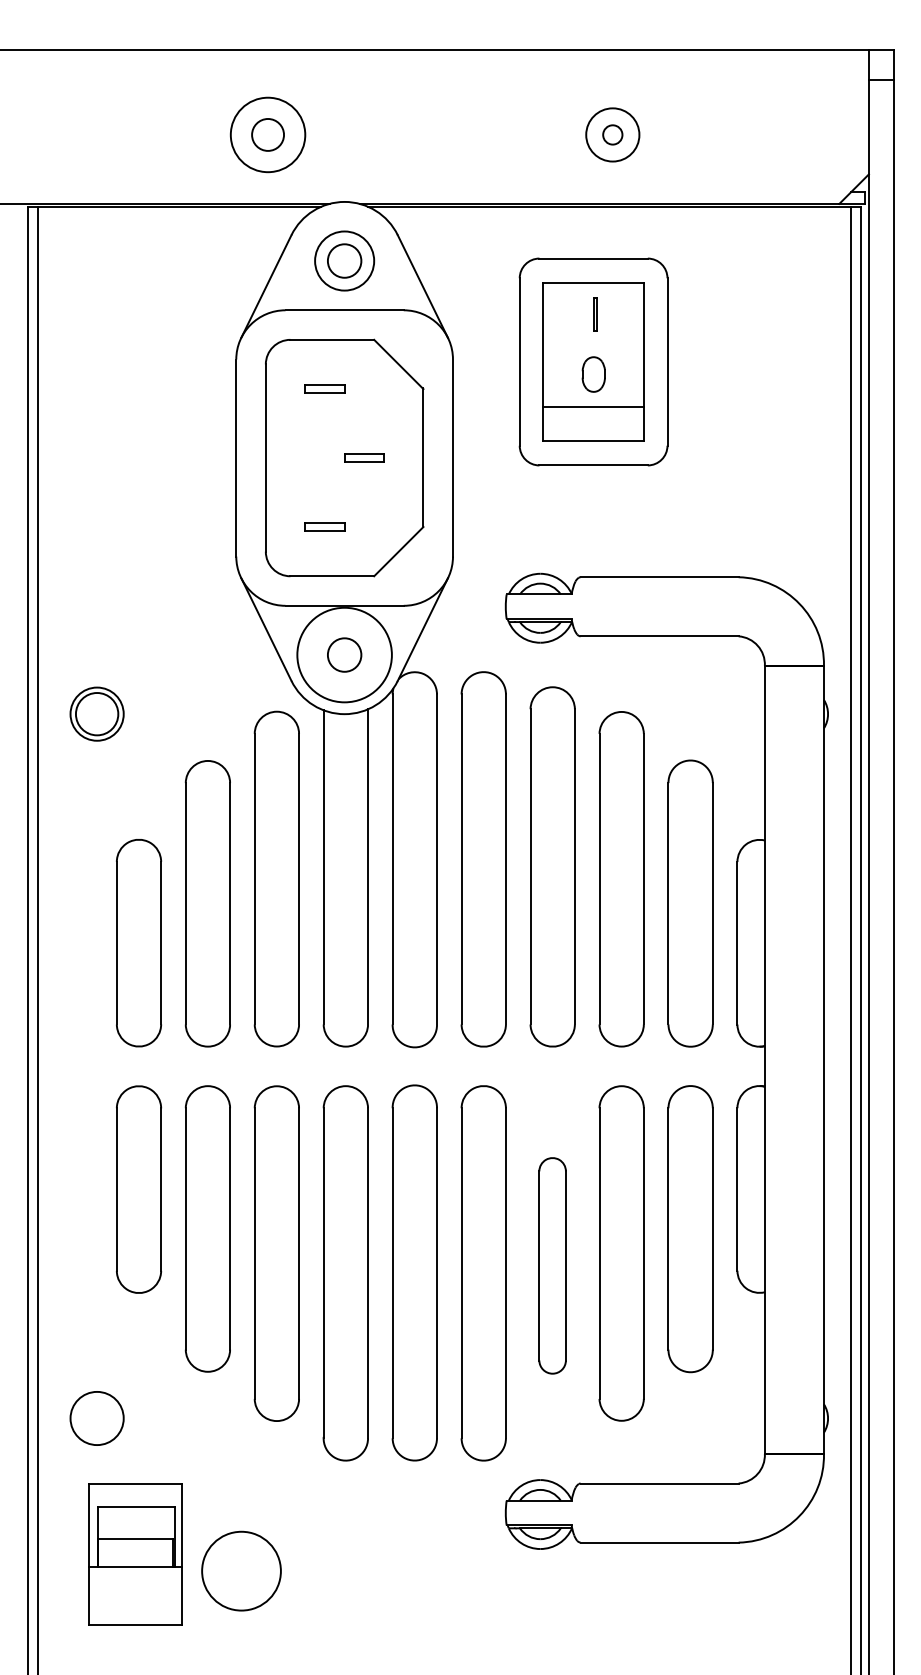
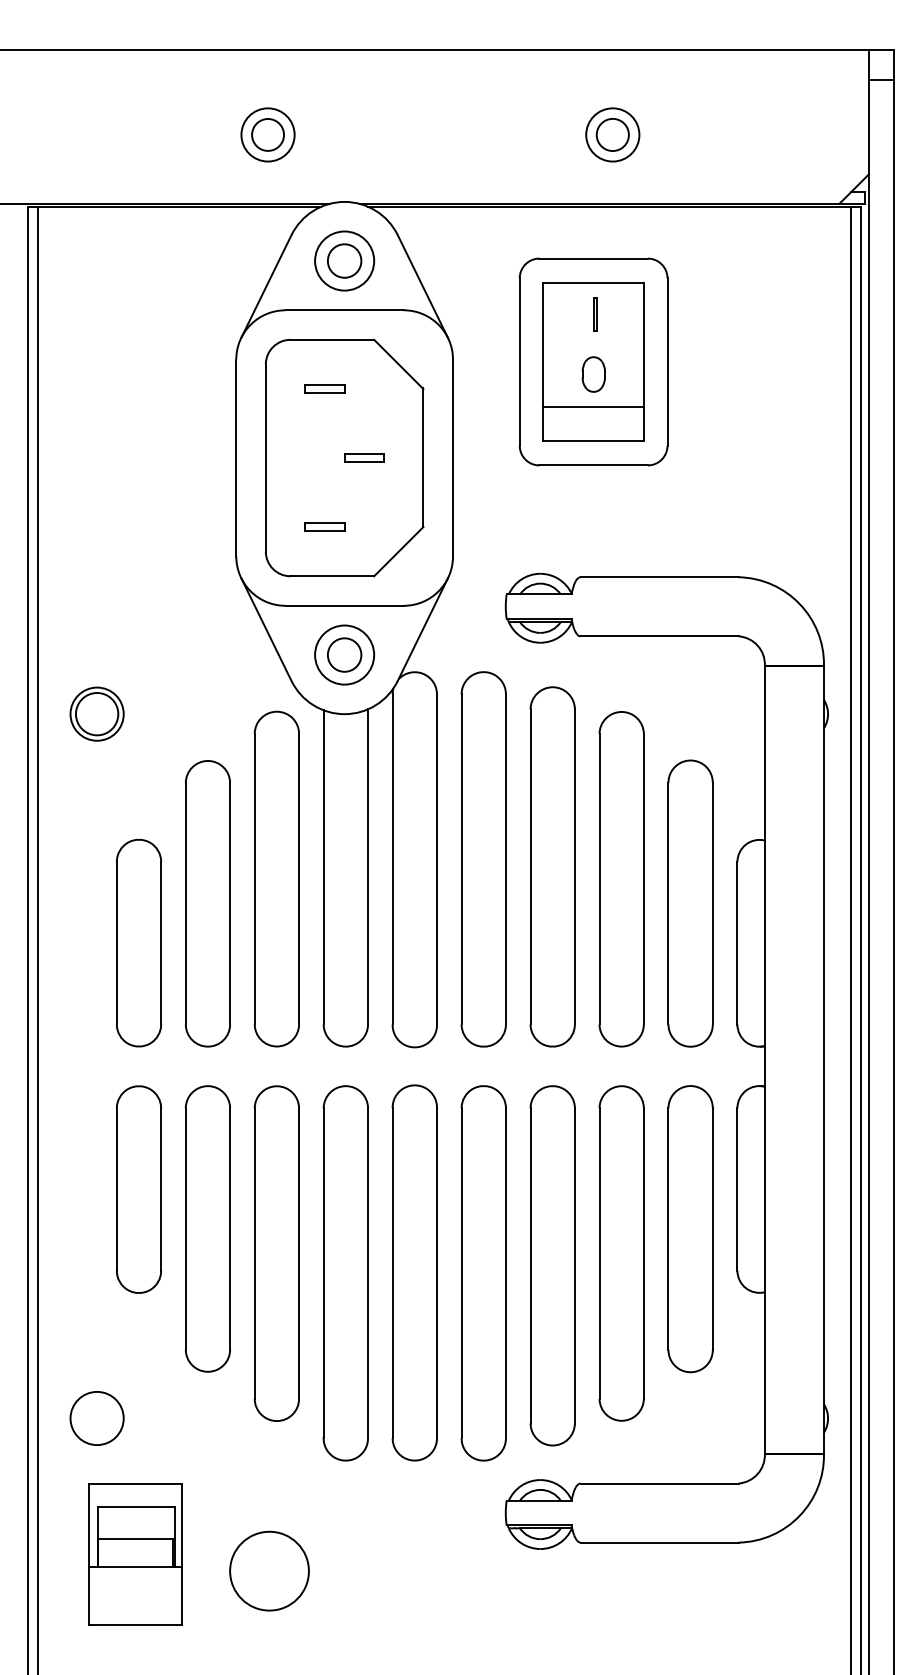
circle at (267, 134) diameter: 74 px -> 53 px
circle at (612, 134) diameter: 19 px -> 32 px
circle at (344, 654) diameter: 95 px -> 59 px
part at (552, 1265) size: 29x218 px -> 47x362 px
circle at (241, 1570) position: (241, 1570) -> (269, 1570)
